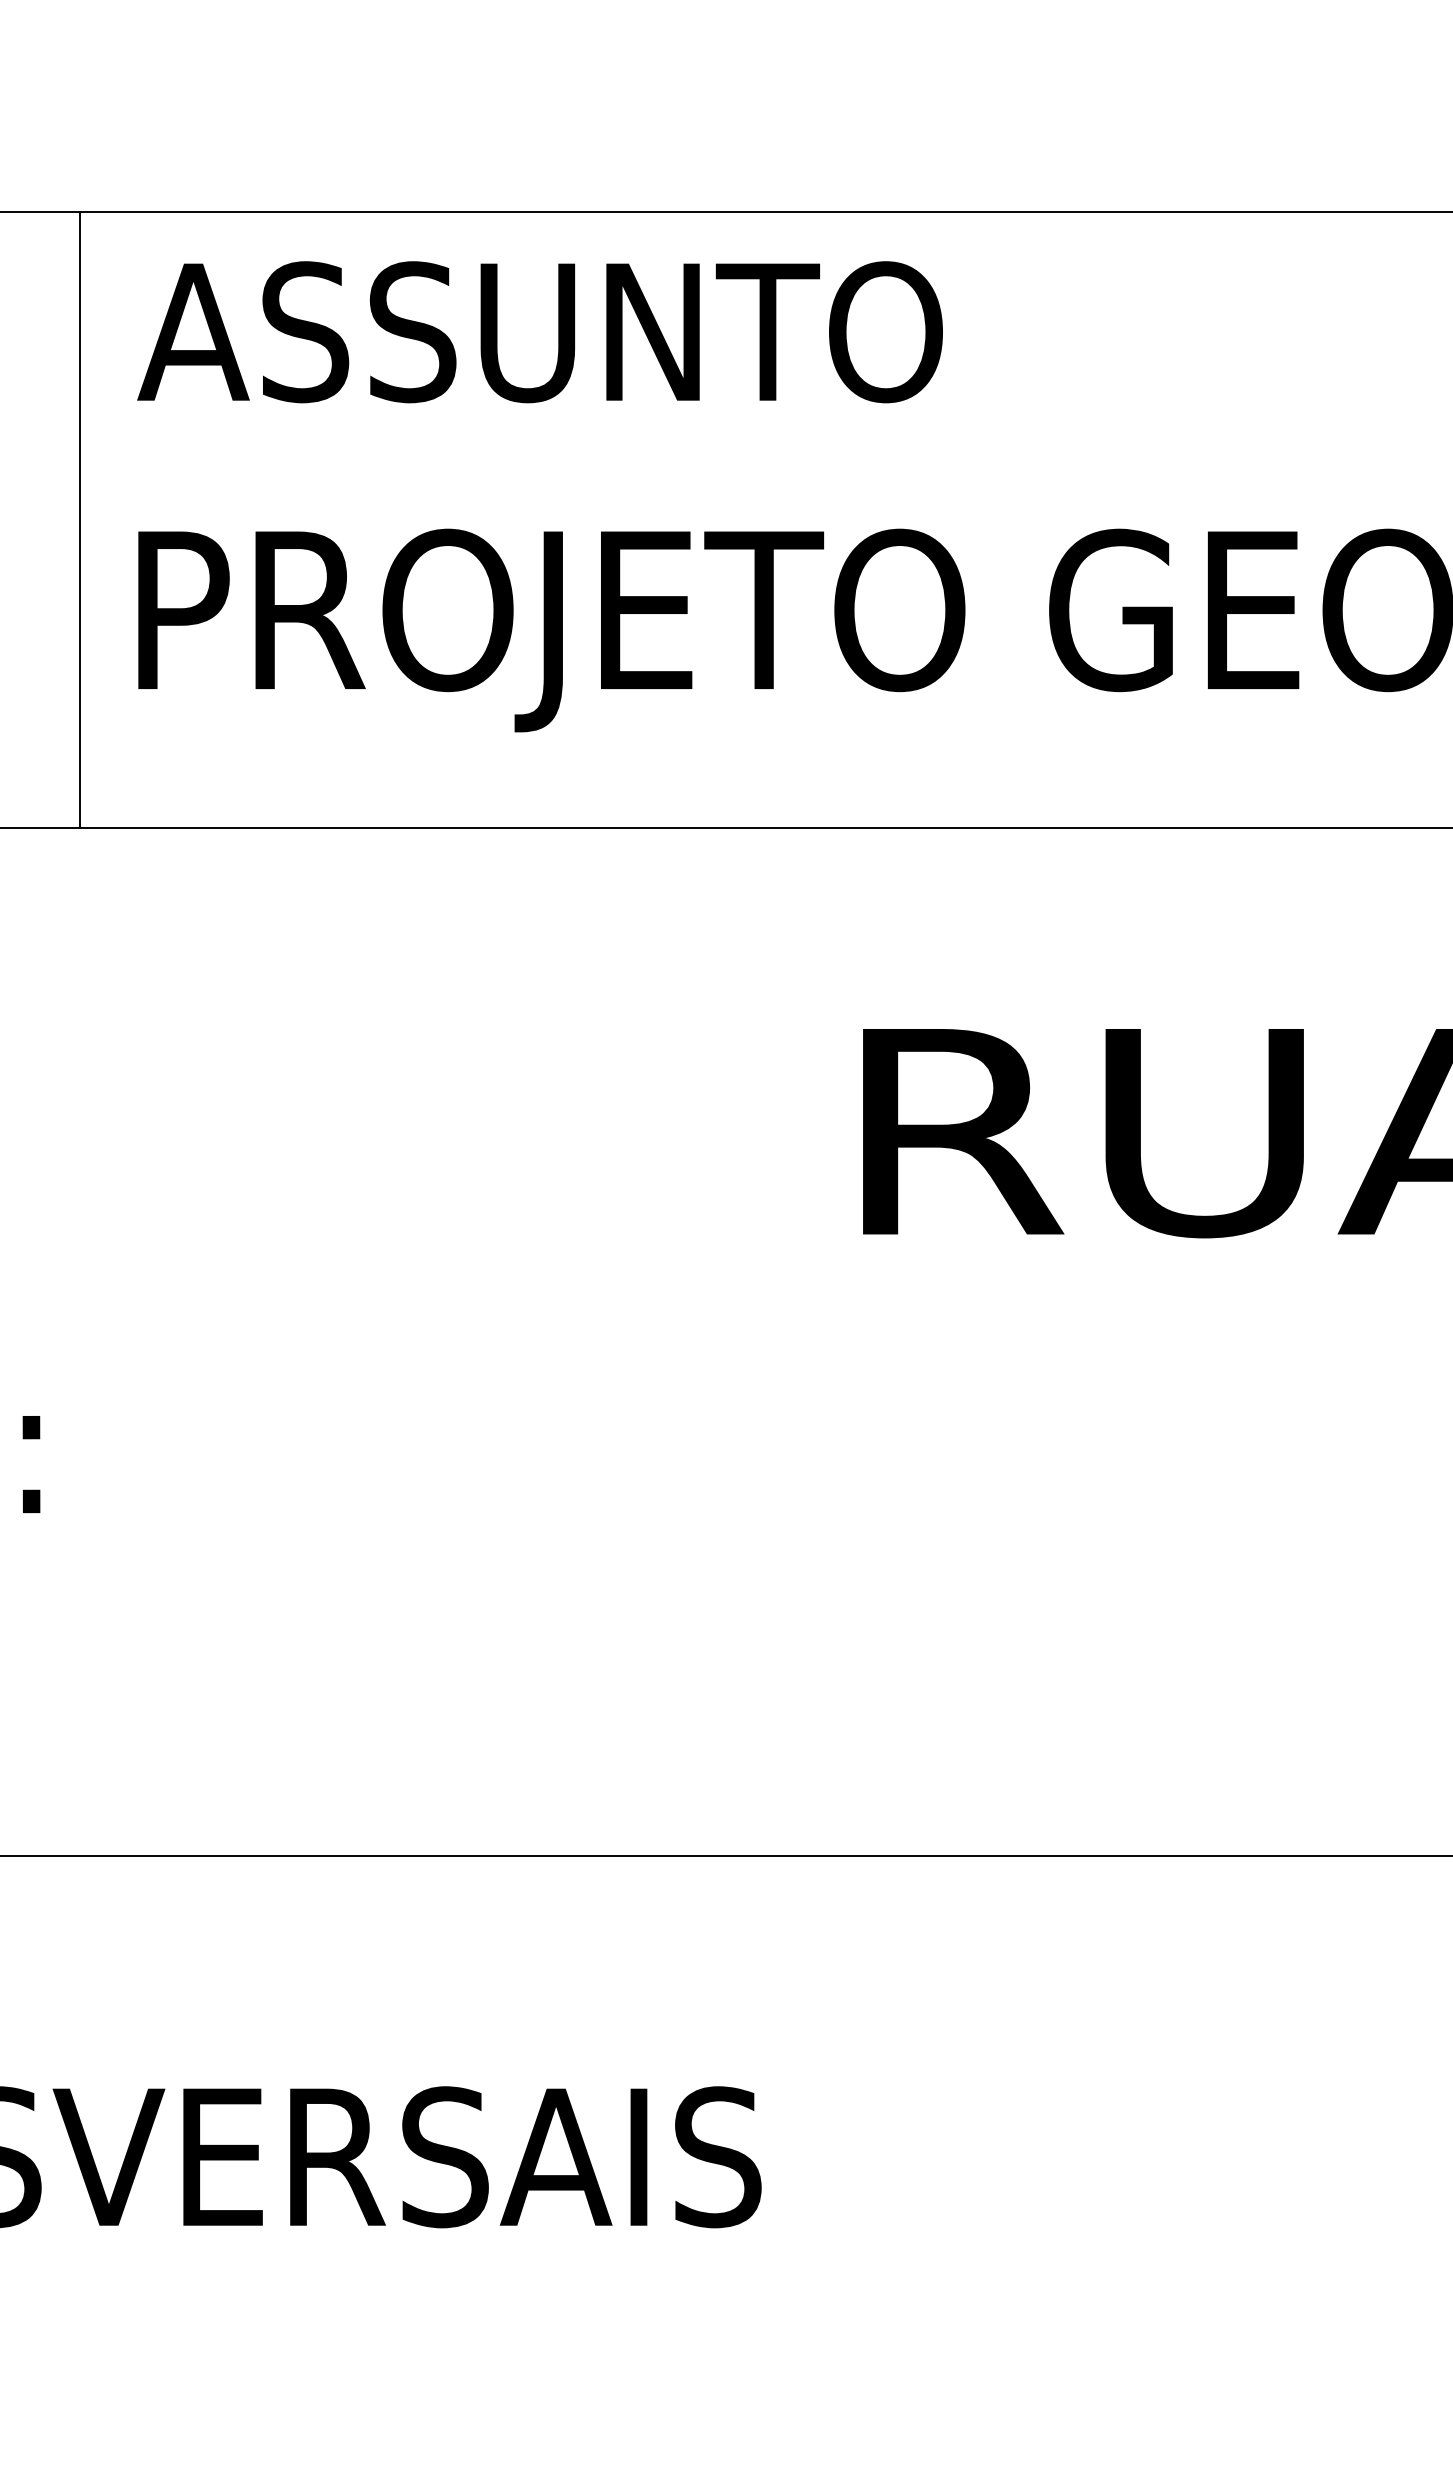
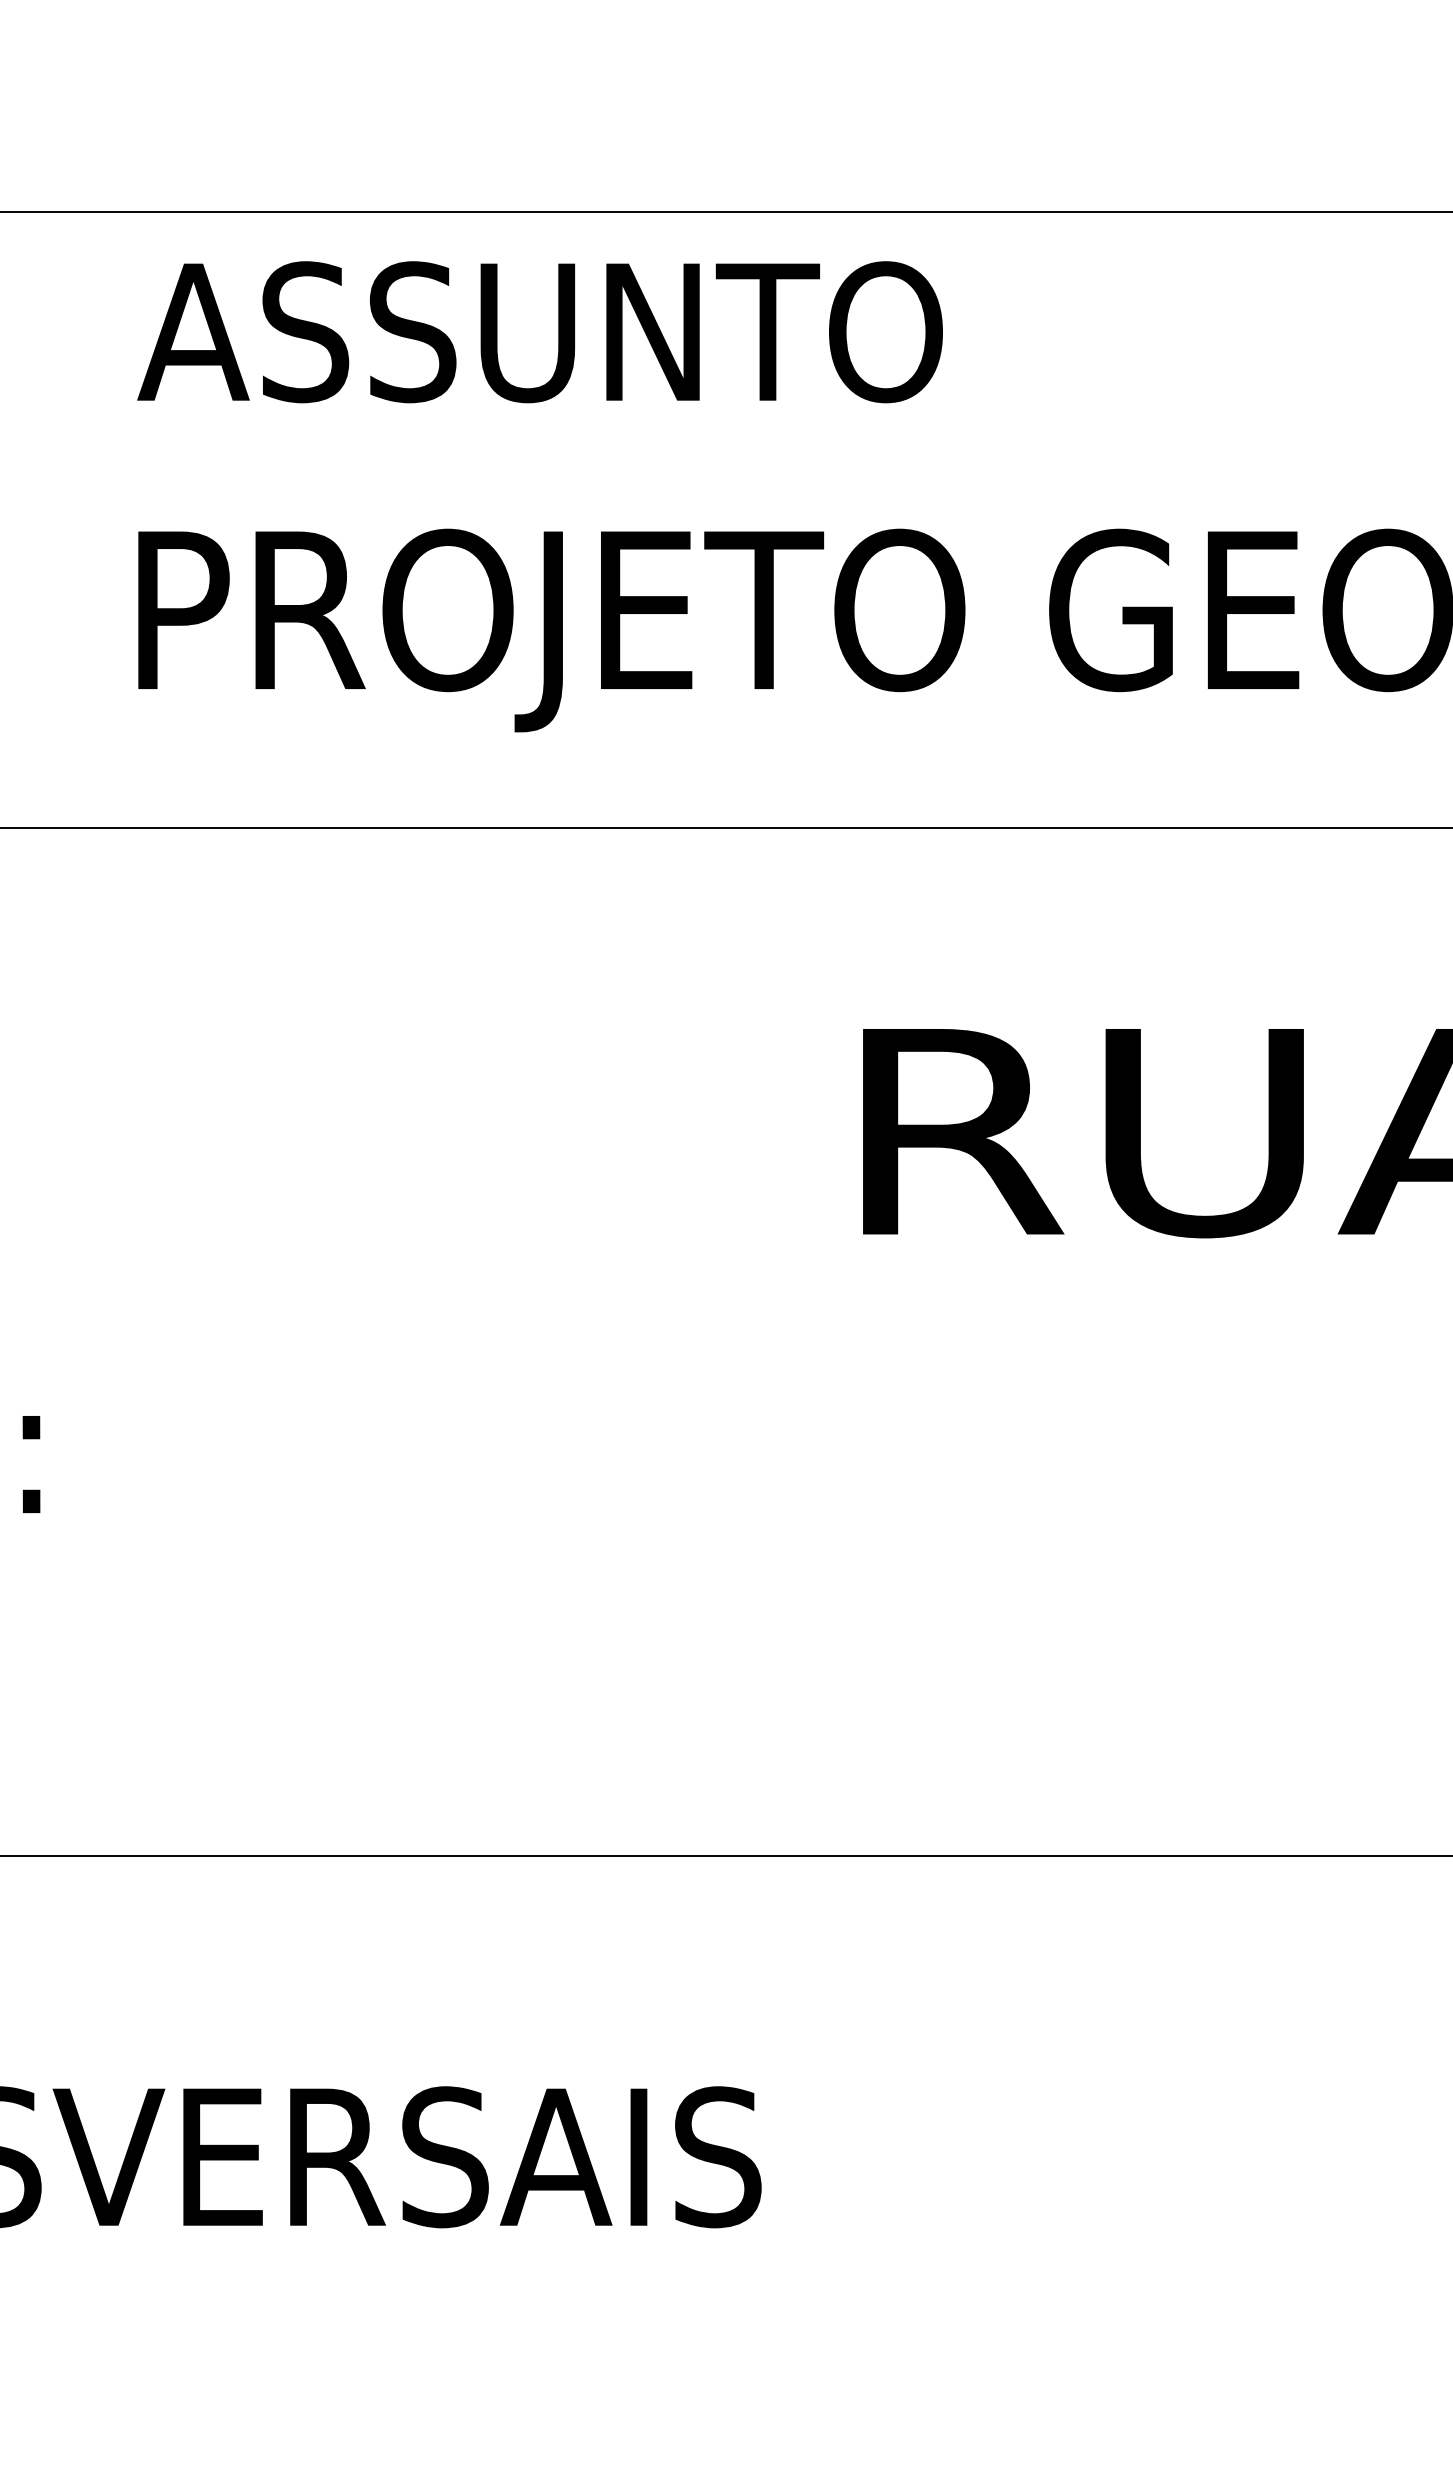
line at (80, 520): present -> none
